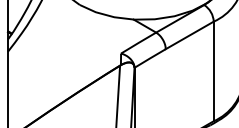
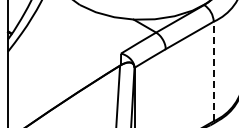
line at (213, 71): solid -> dashed
